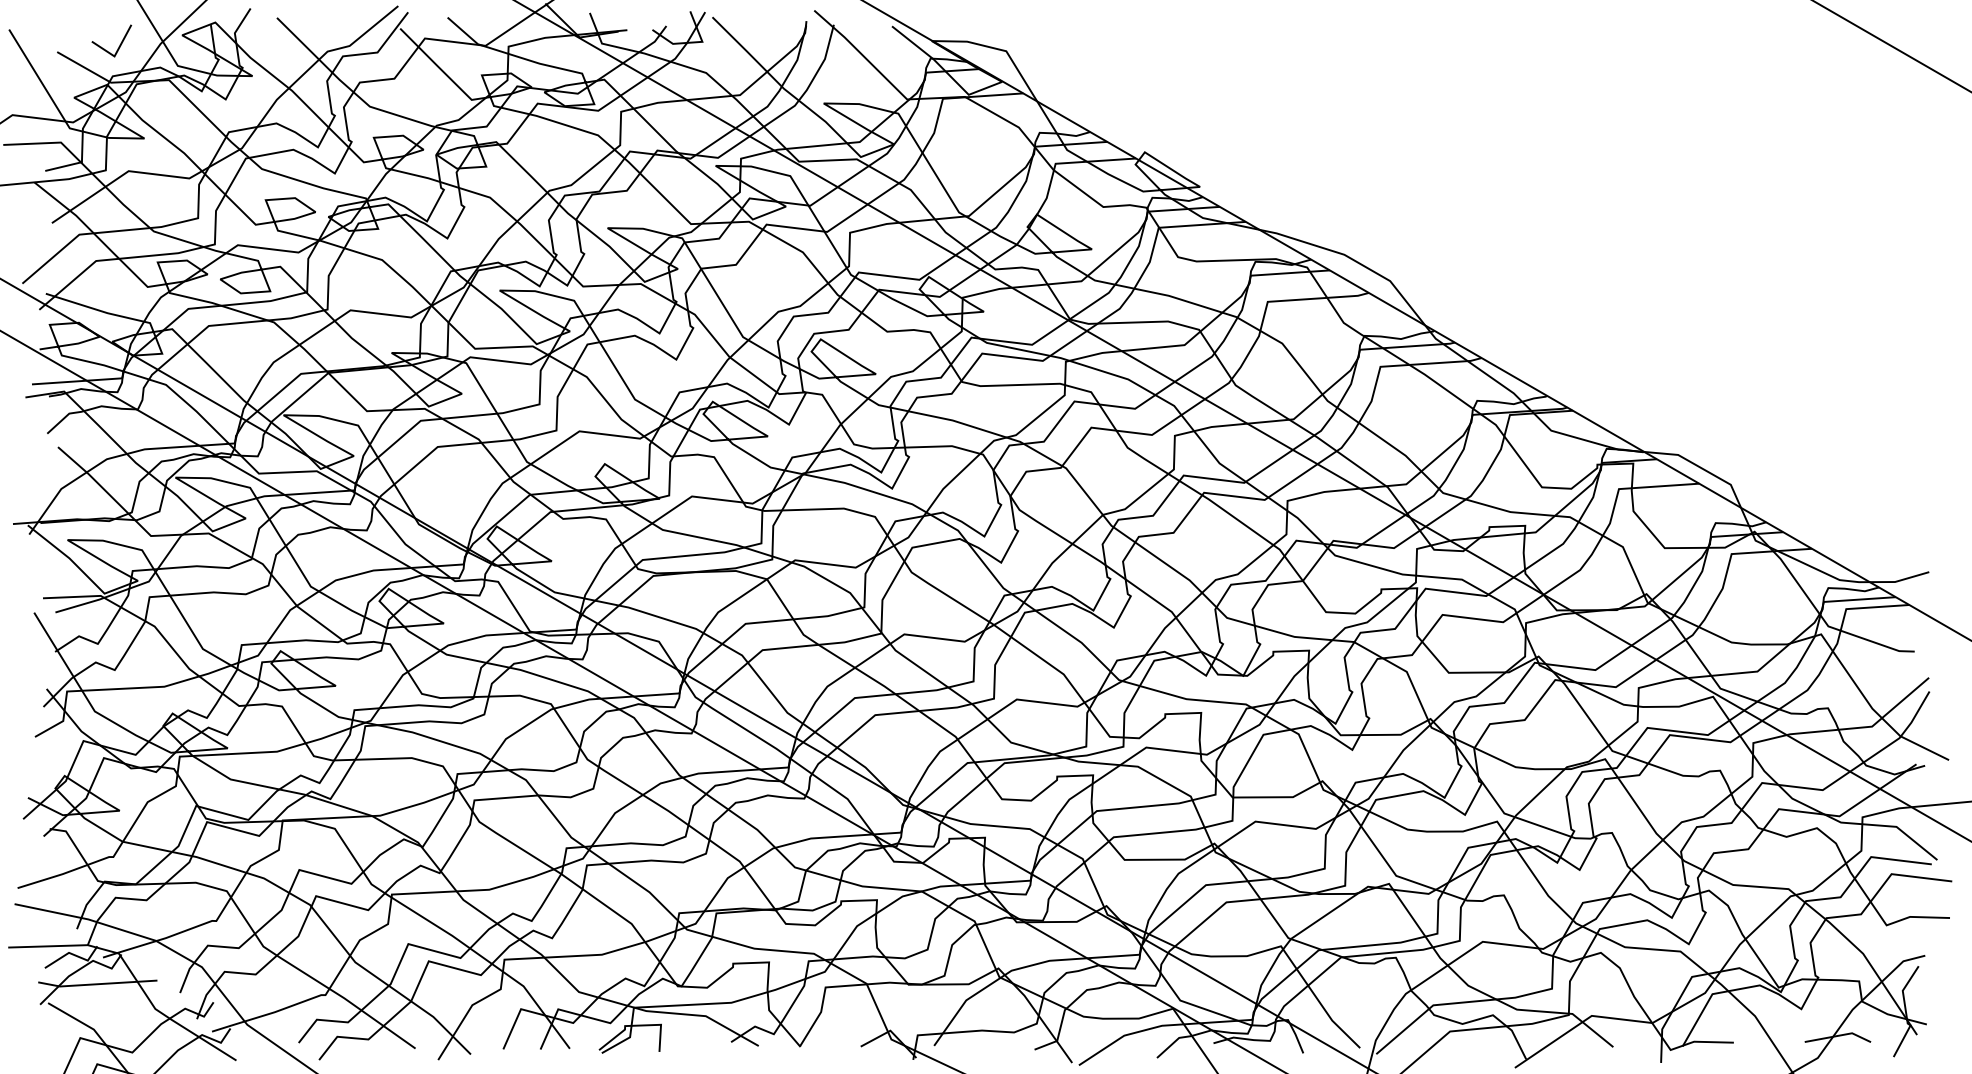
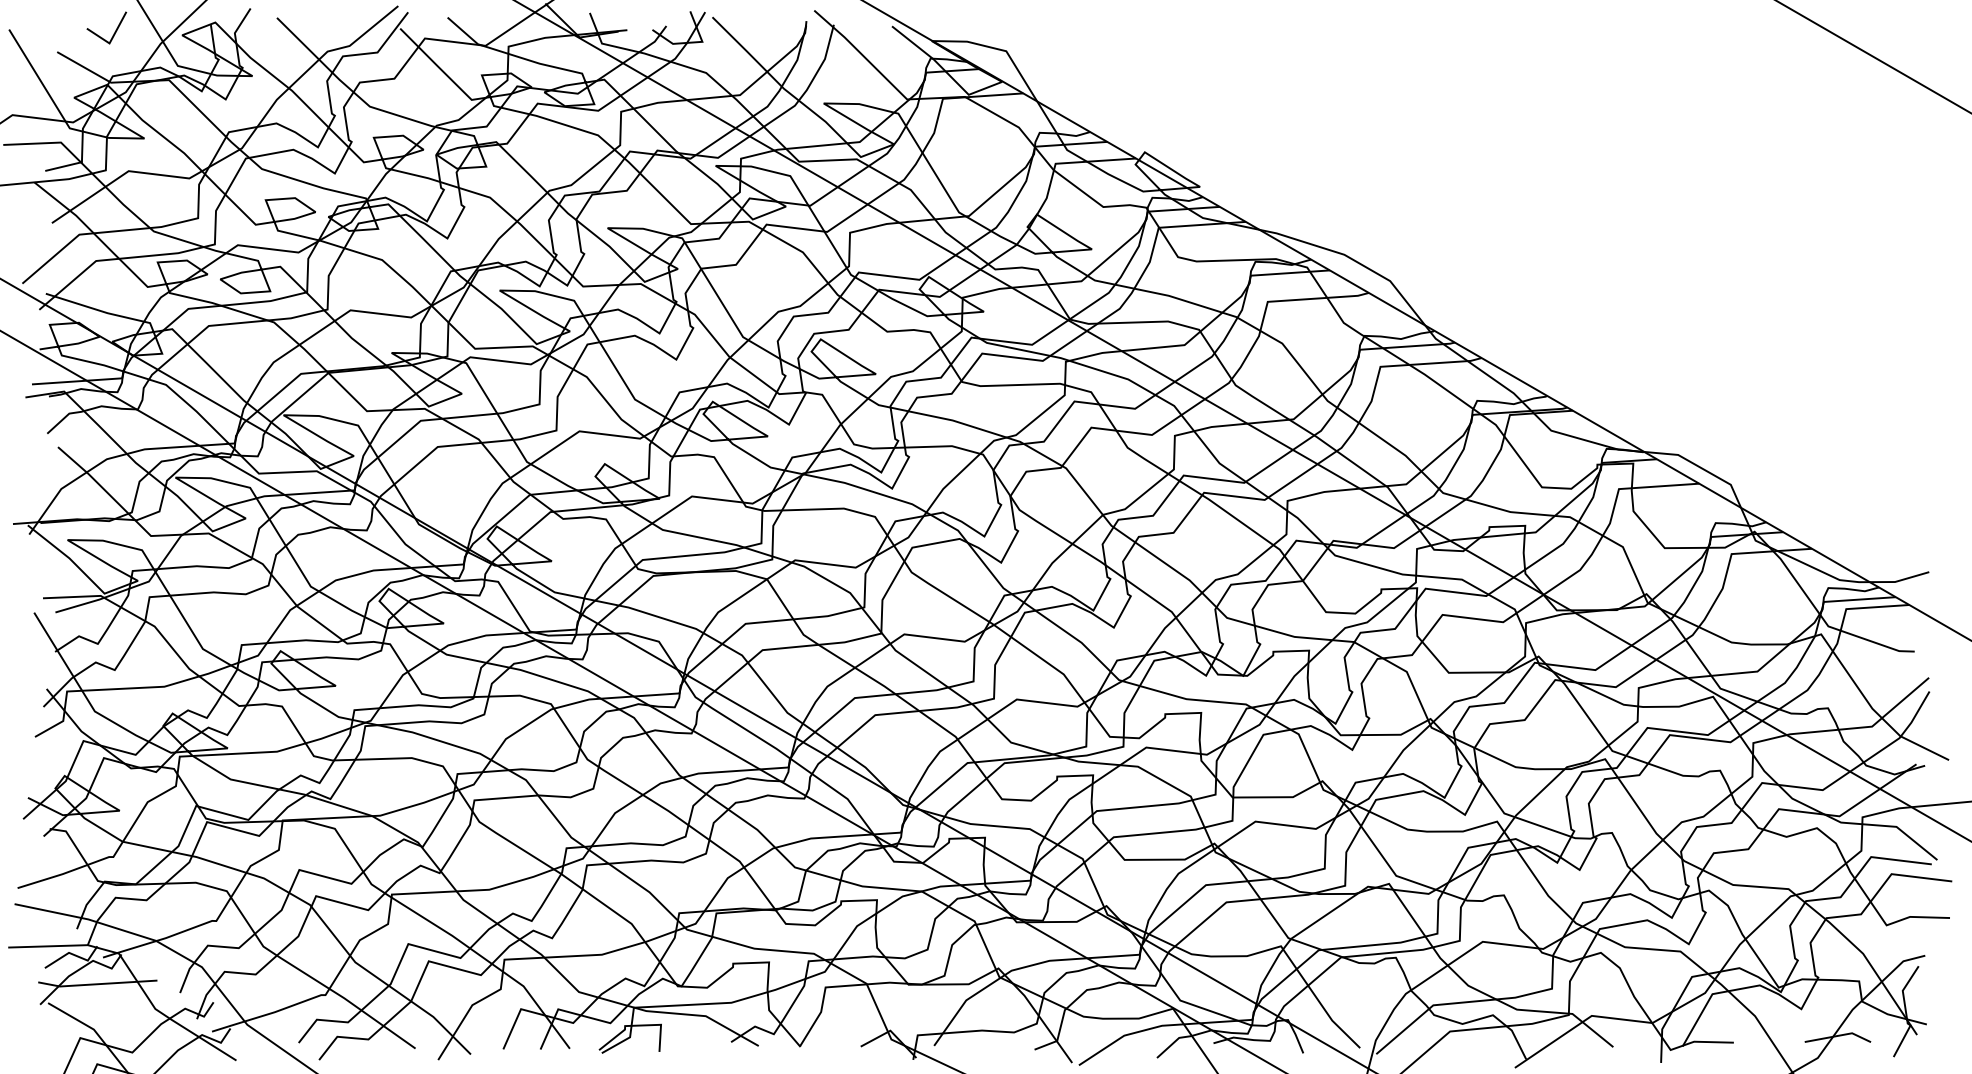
line at (119, 44) position: (119, 44) -> (114, 31)
line at (1891, 46) position: (1891, 46) -> (1873, 56)
